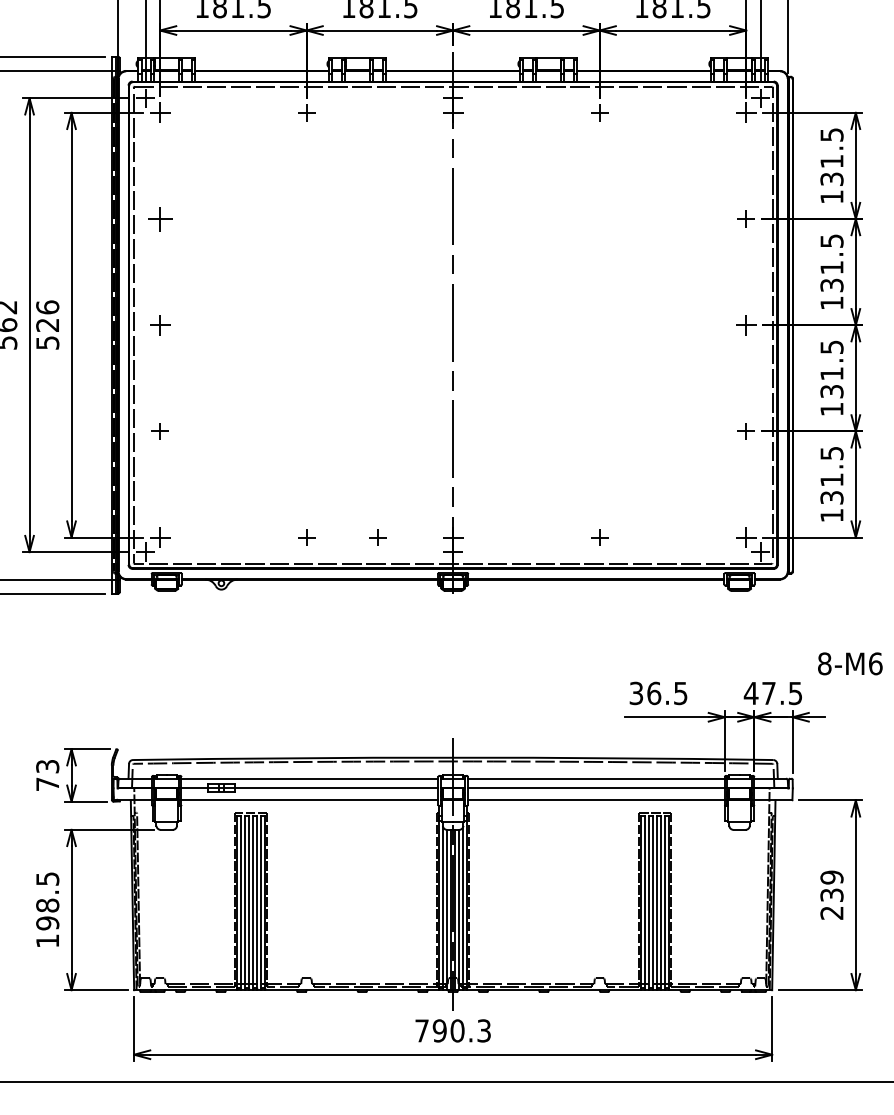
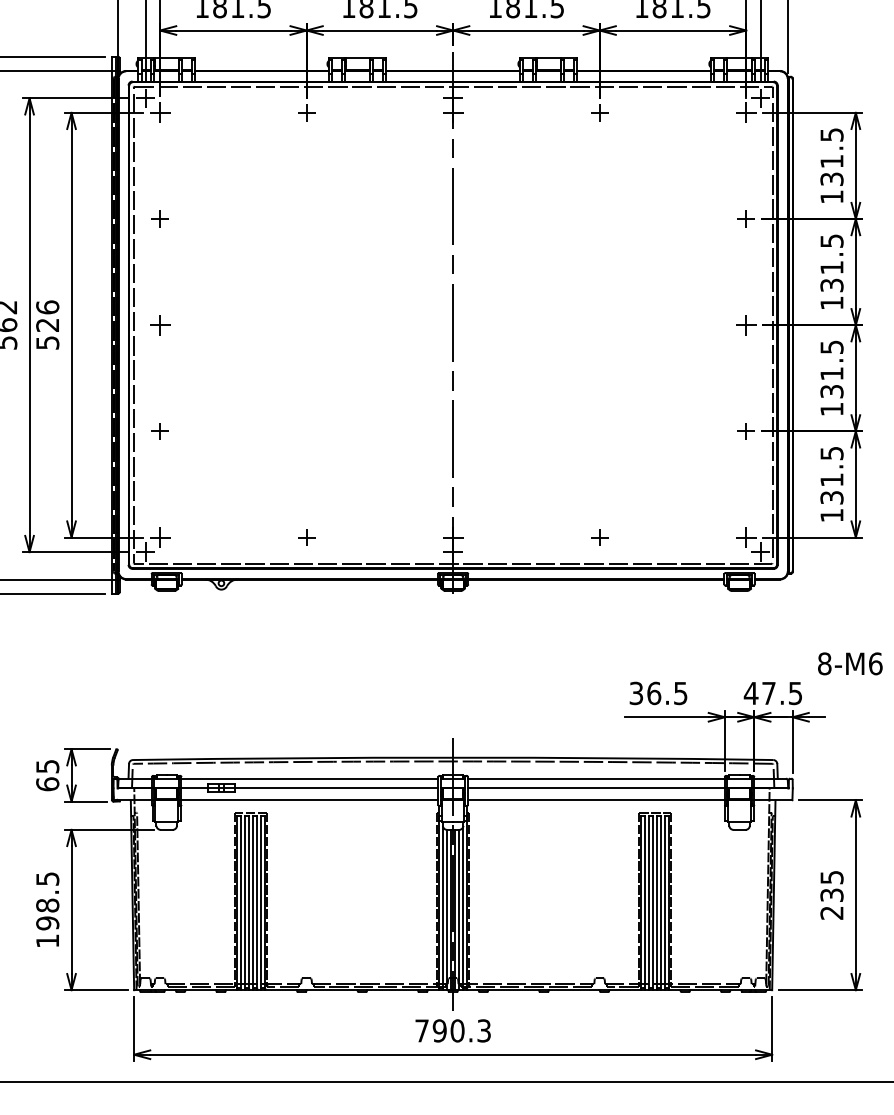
part at (160, 219) size: 25x25 px -> 18x18 px
part at (377, 537): present -> none
text at (47, 775): 73 -> 65
text at (831, 877): 239 -> 235
